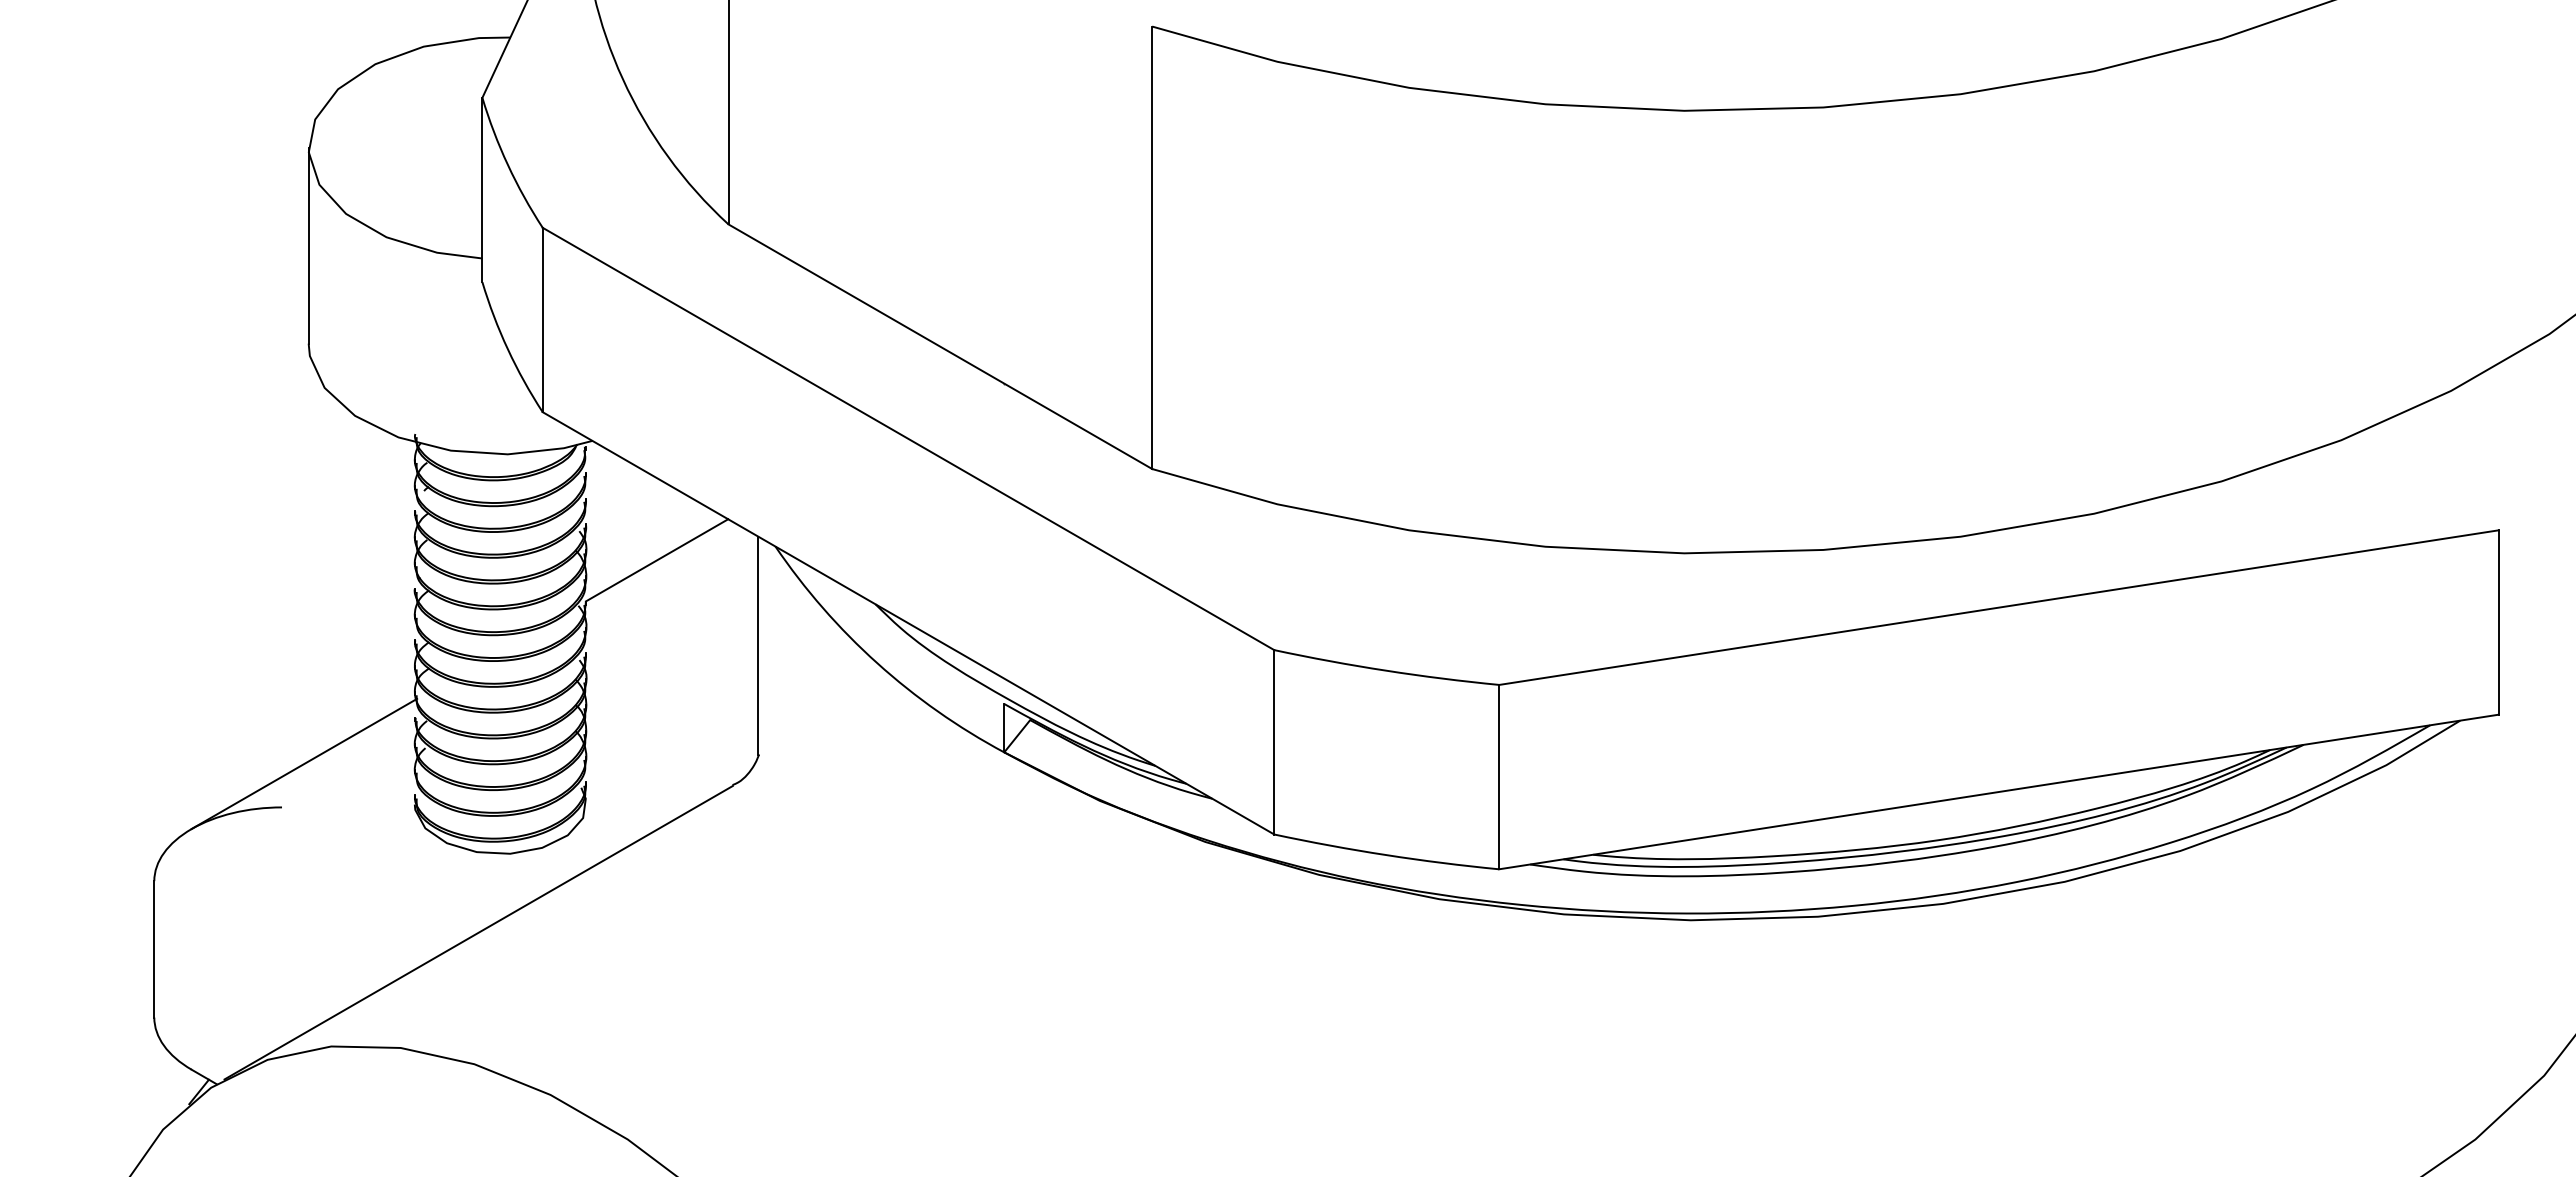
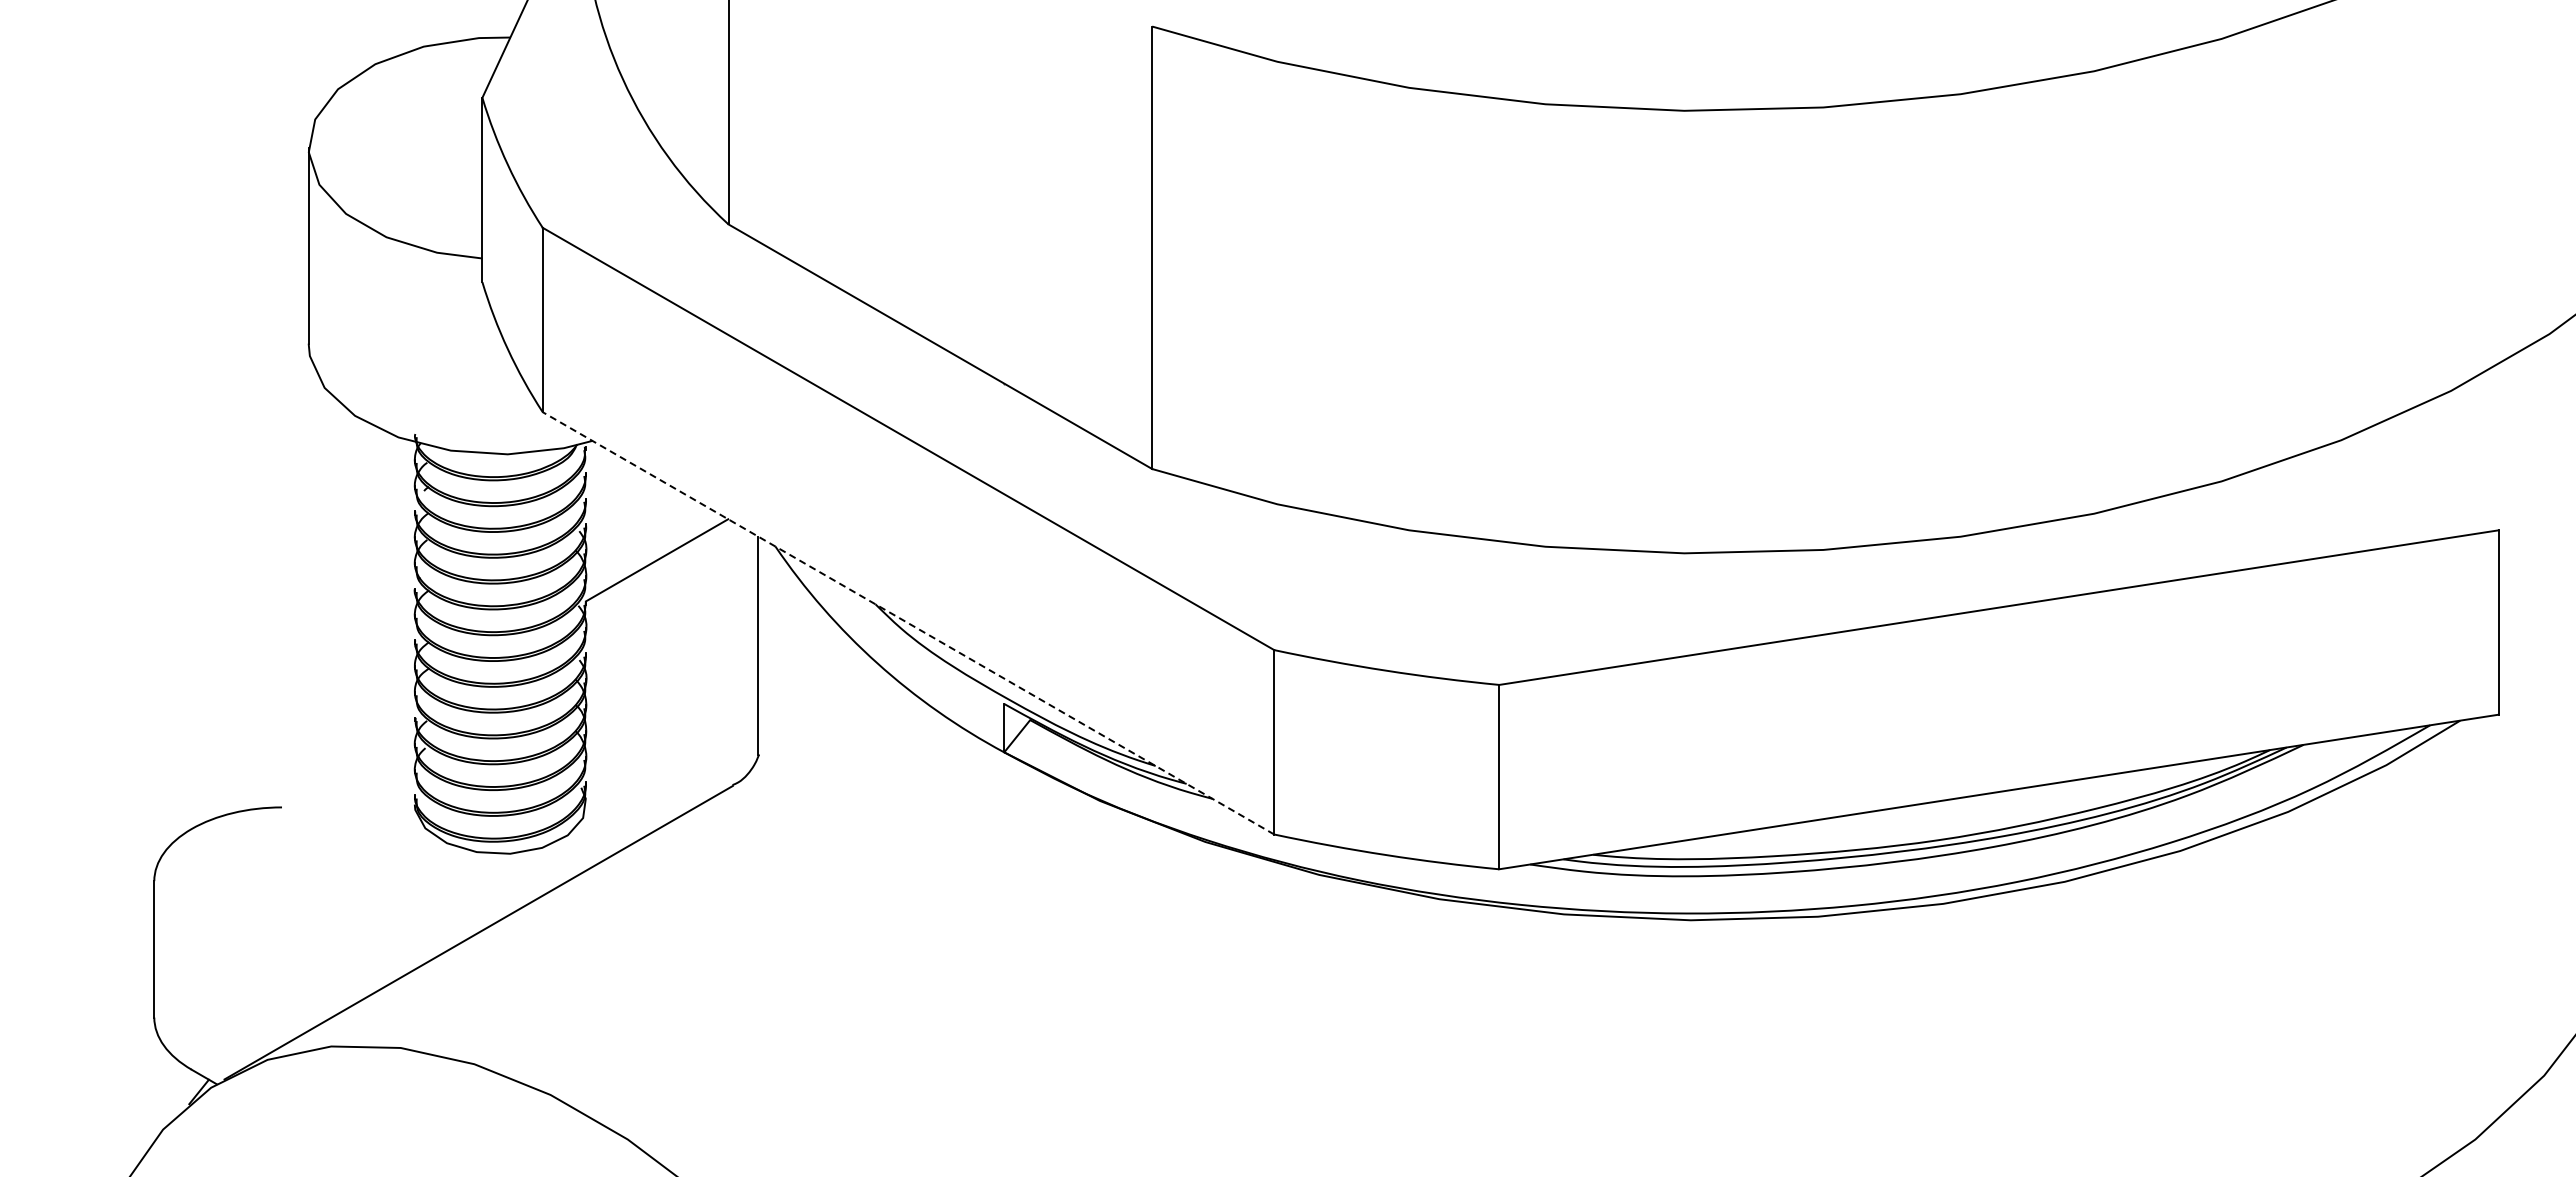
line at (908, 623): solid -> dashed
line at (304, 763): present -> none
